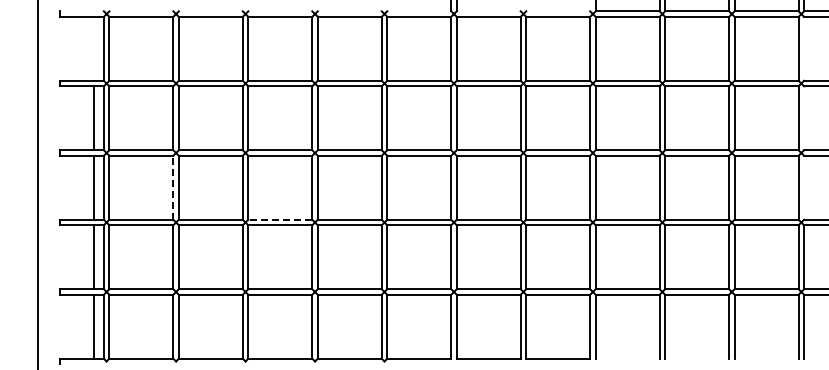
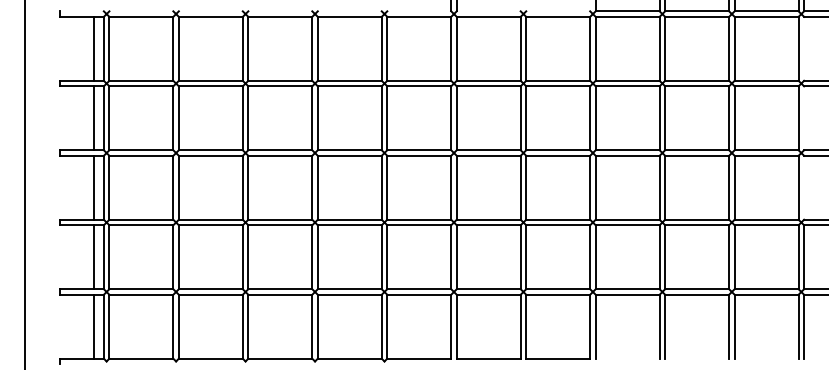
line at (94, 48): none -> present
line at (37, 184) position: (37, 184) -> (24, 184)
line at (173, 187): dashed -> solid
line at (280, 219): dashed -> solid
